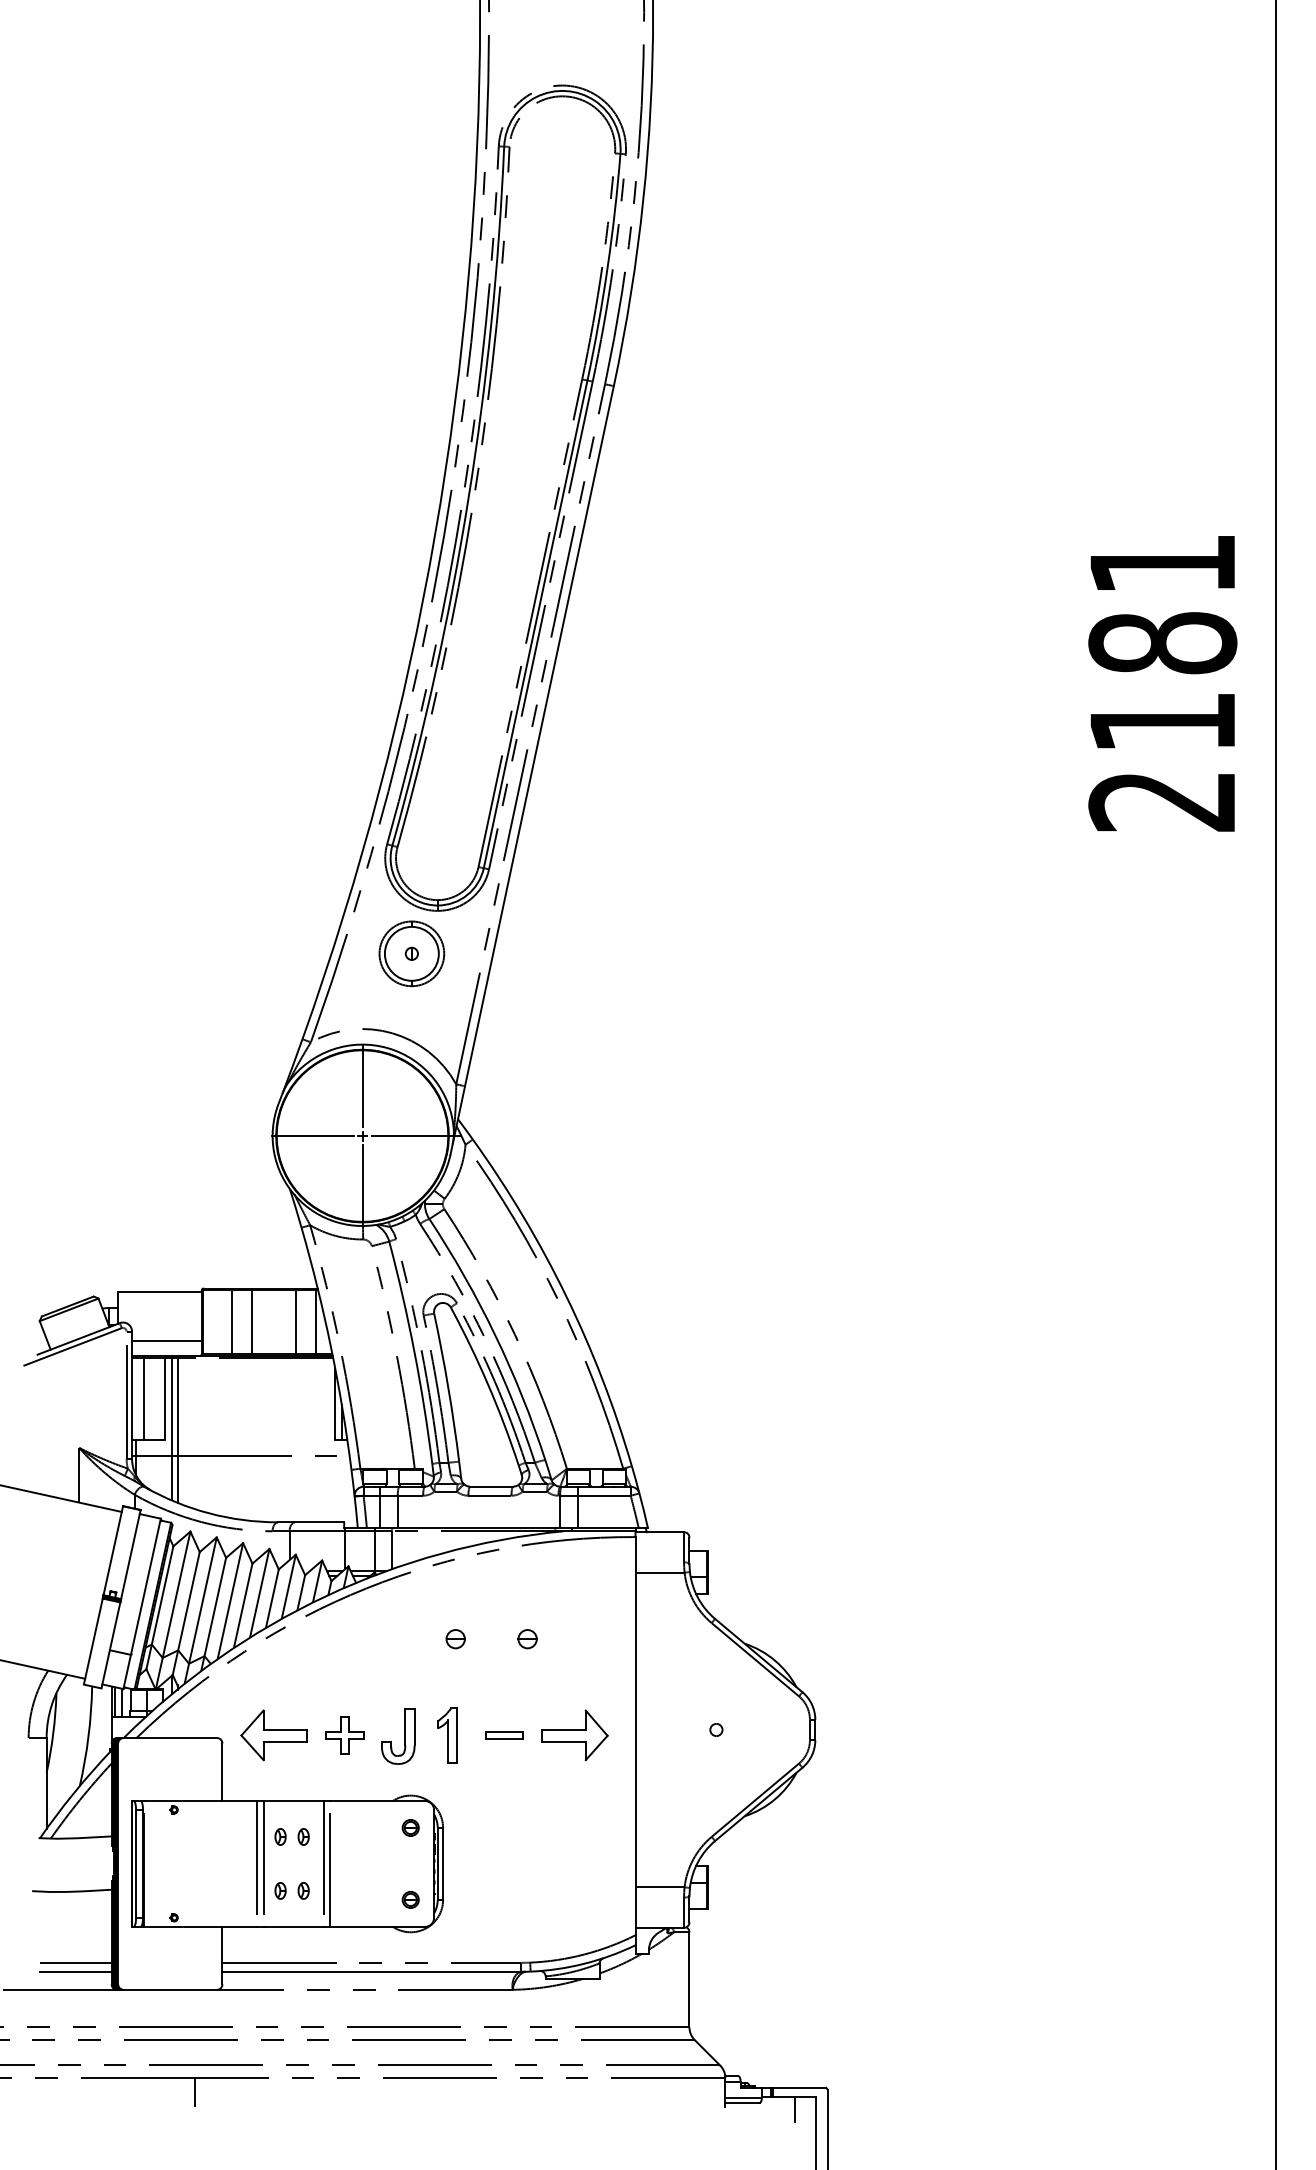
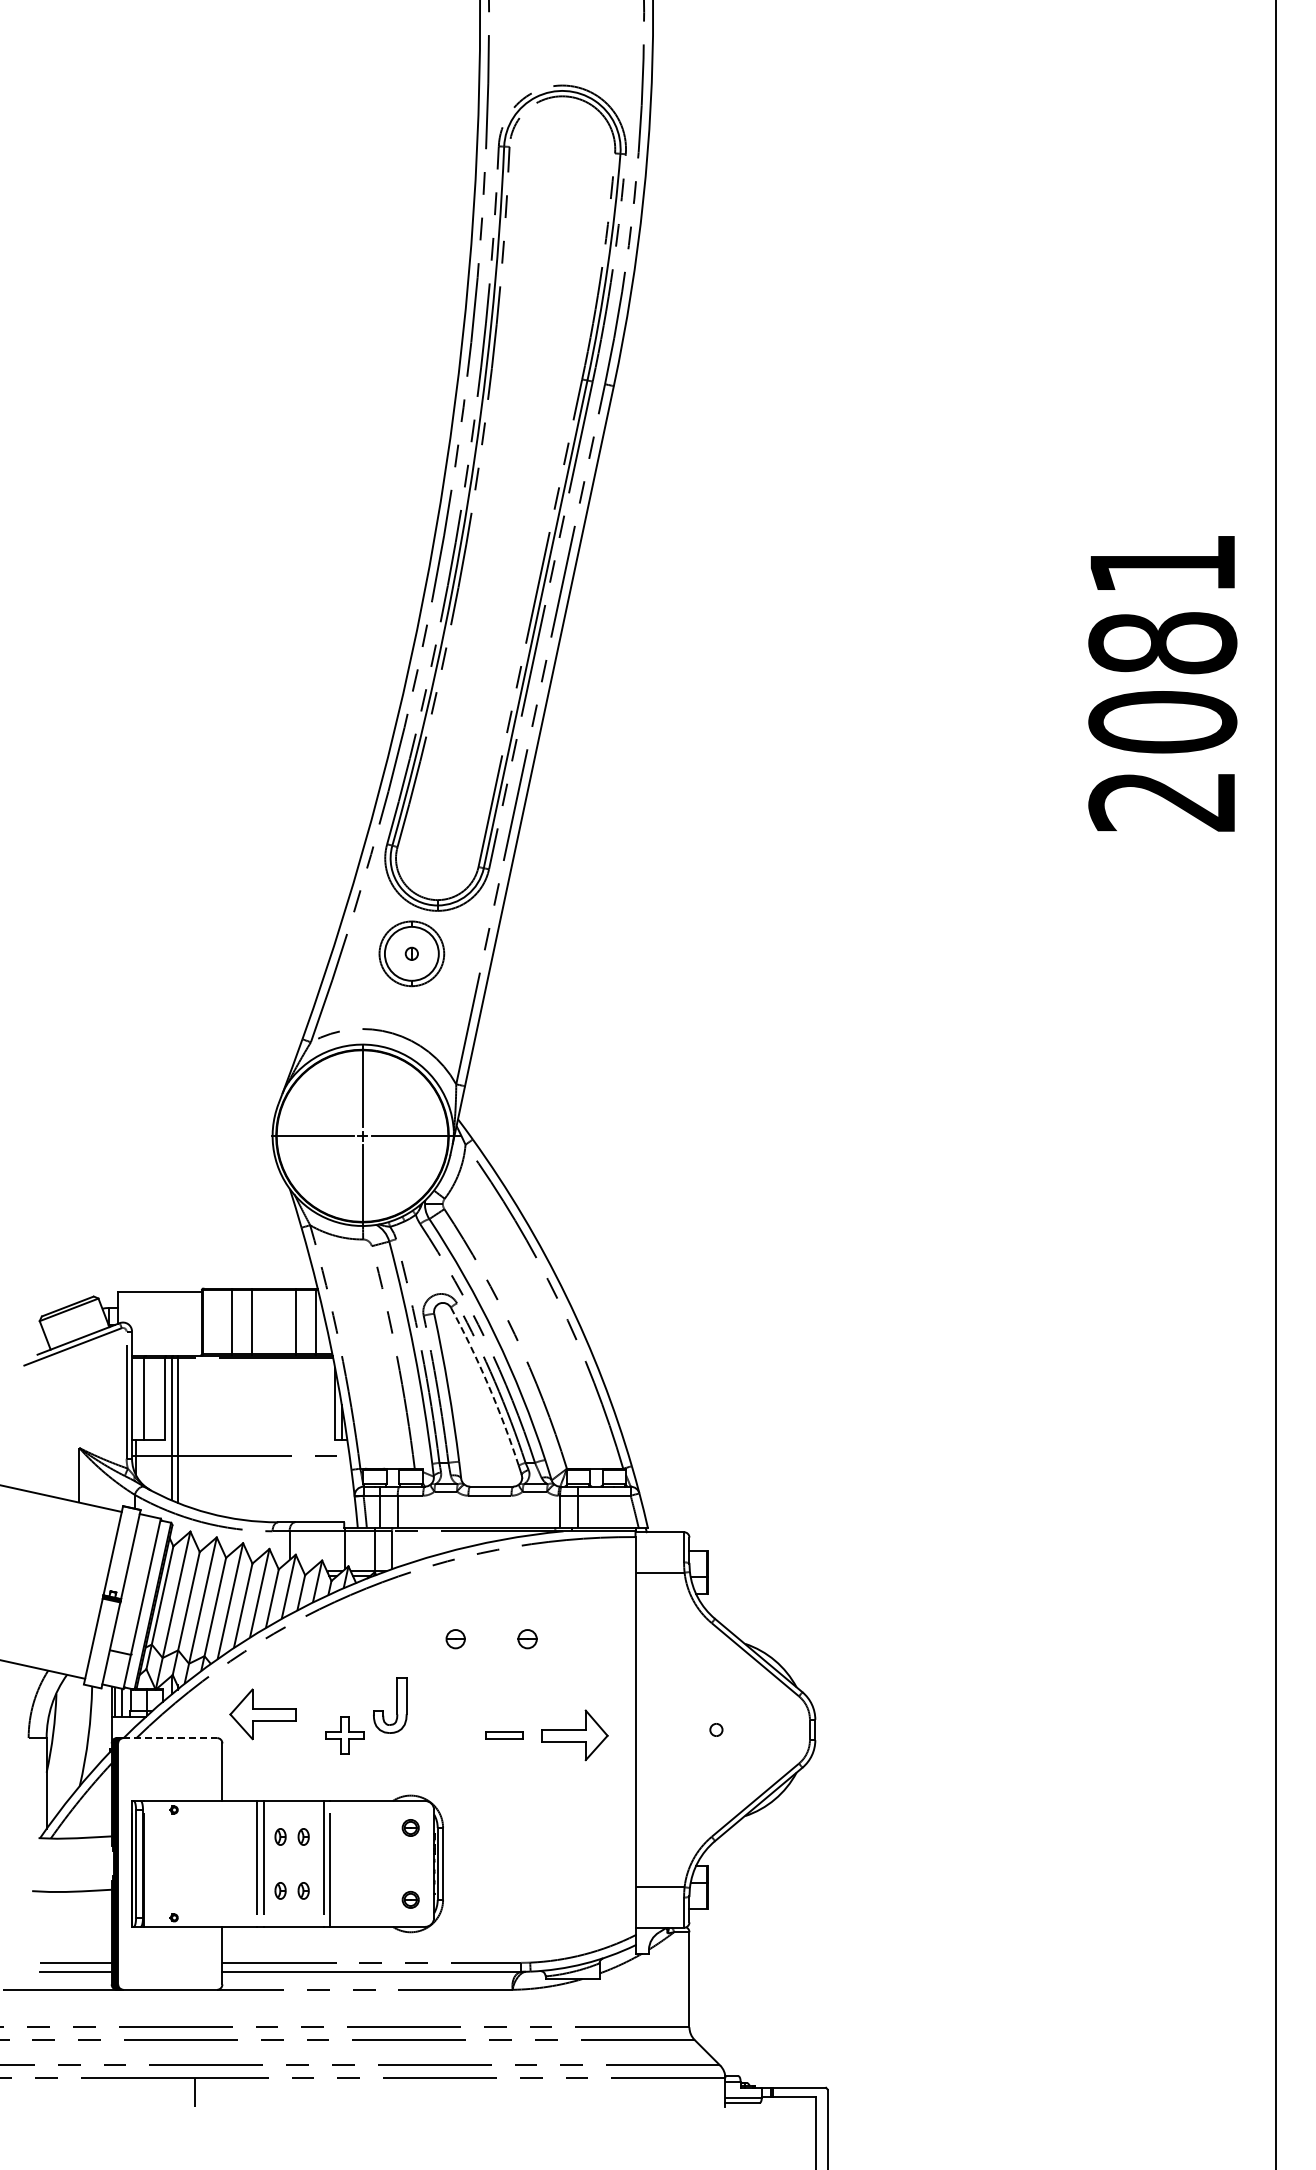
text at (1162, 722): 2181 -> 2081
line at (166, 1341): present -> none
arc at (488, 1385): solid -> dashed
part at (273, 1735) position: (273, 1735) -> (262, 1714)
part at (447, 1735): present -> none
part at (398, 1736) position: (398, 1736) -> (390, 1705)
line at (170, 1738): solid -> dashed
line at (794, 2108): present -> none
